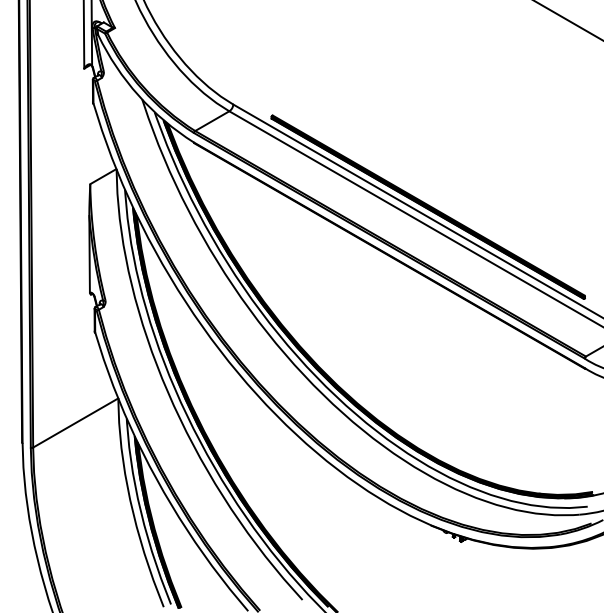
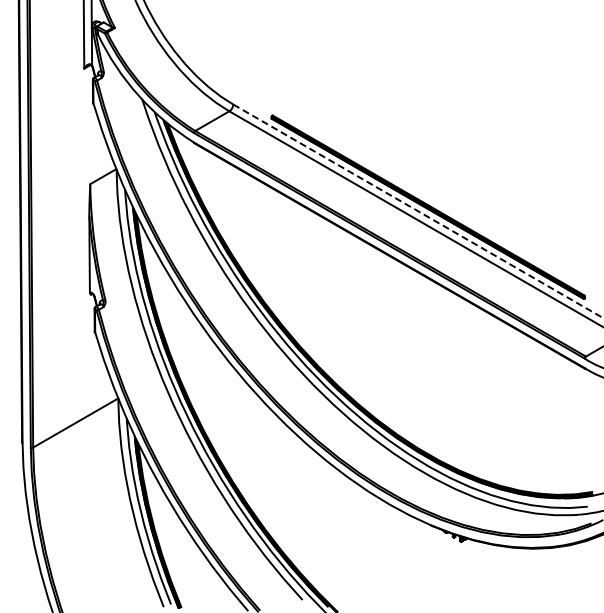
line at (568, 20): present -> none
line at (418, 211): solid -> dashed
